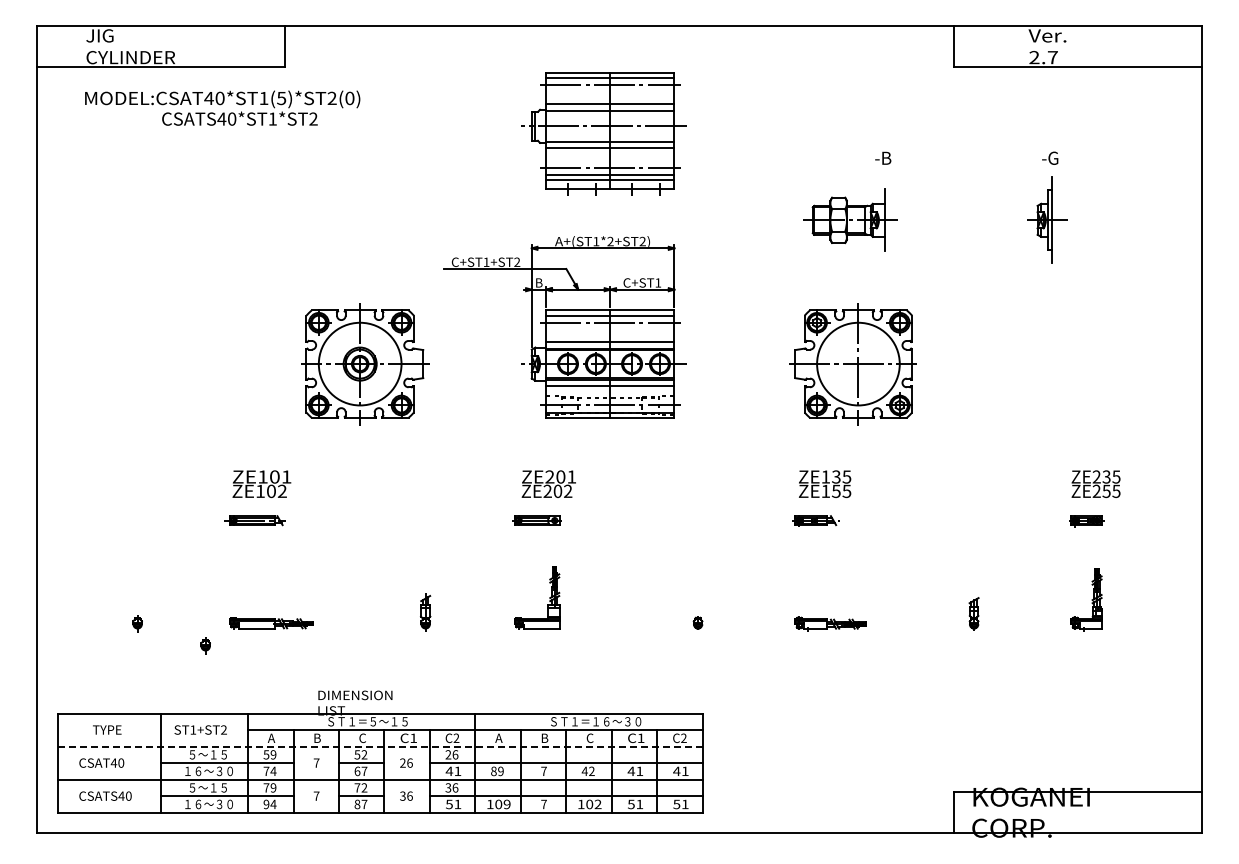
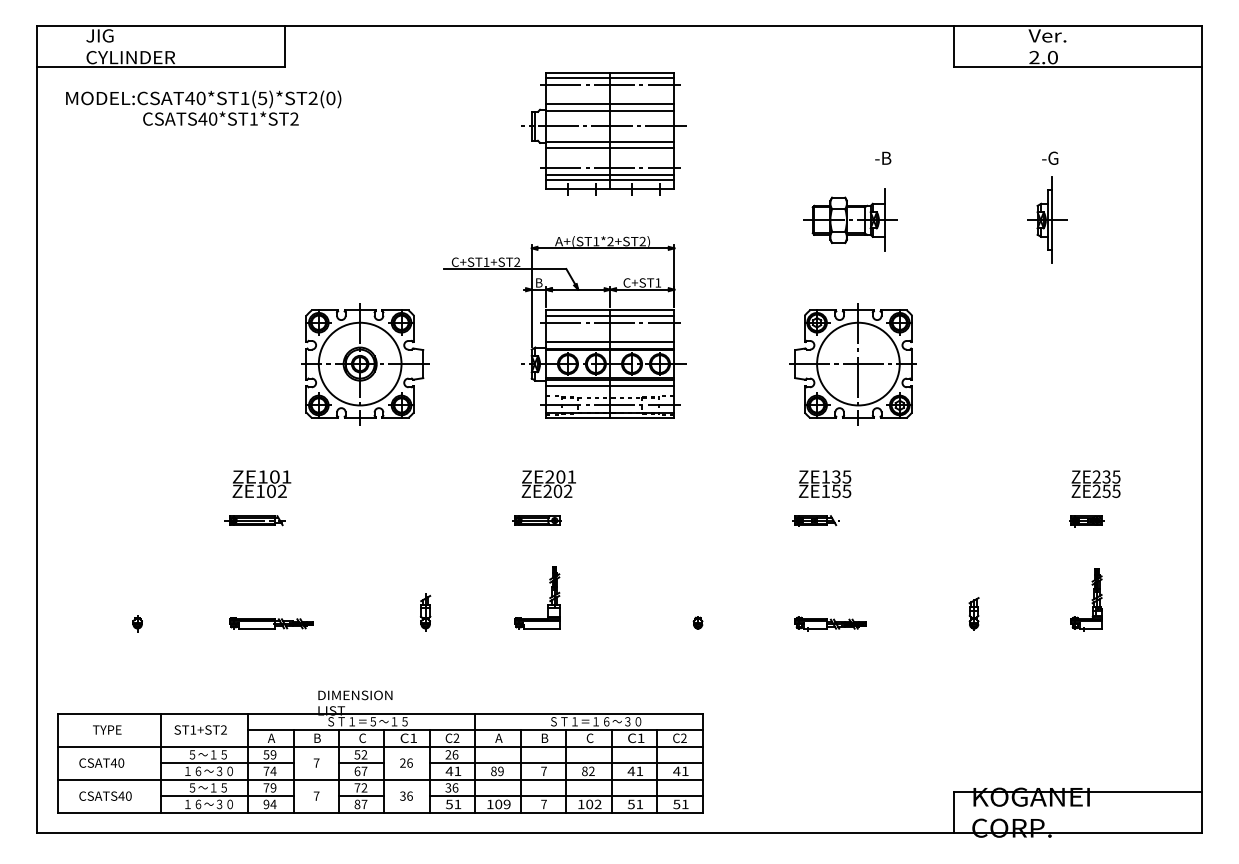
text at (1052, 57): 2.7 -> 2.0
text at (222, 107) position: (222, 107) -> (203, 107)
part at (205, 645): present -> none
line at (380, 746): dashed -> solid
text at (584, 771): 42 -> 82
